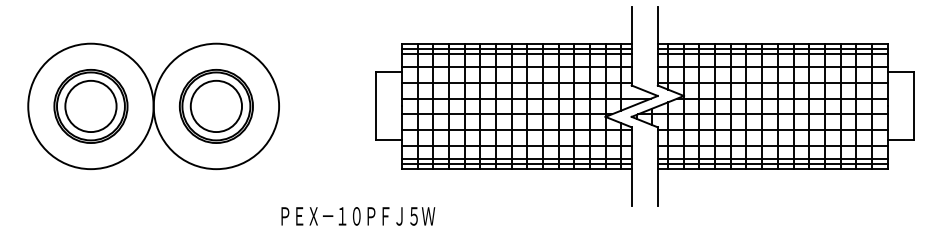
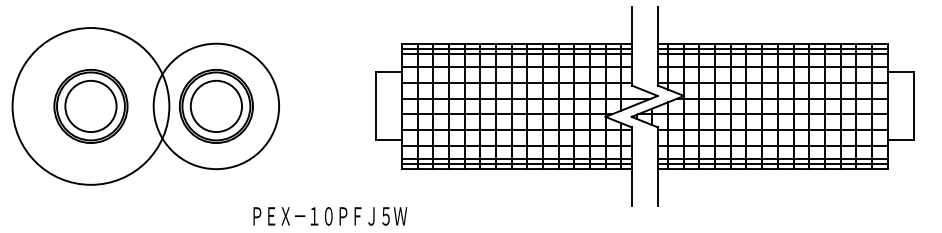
circle at (90, 106) diameter: 125 px -> 157 px
text at (358, 216) position: (358, 216) -> (330, 216)
